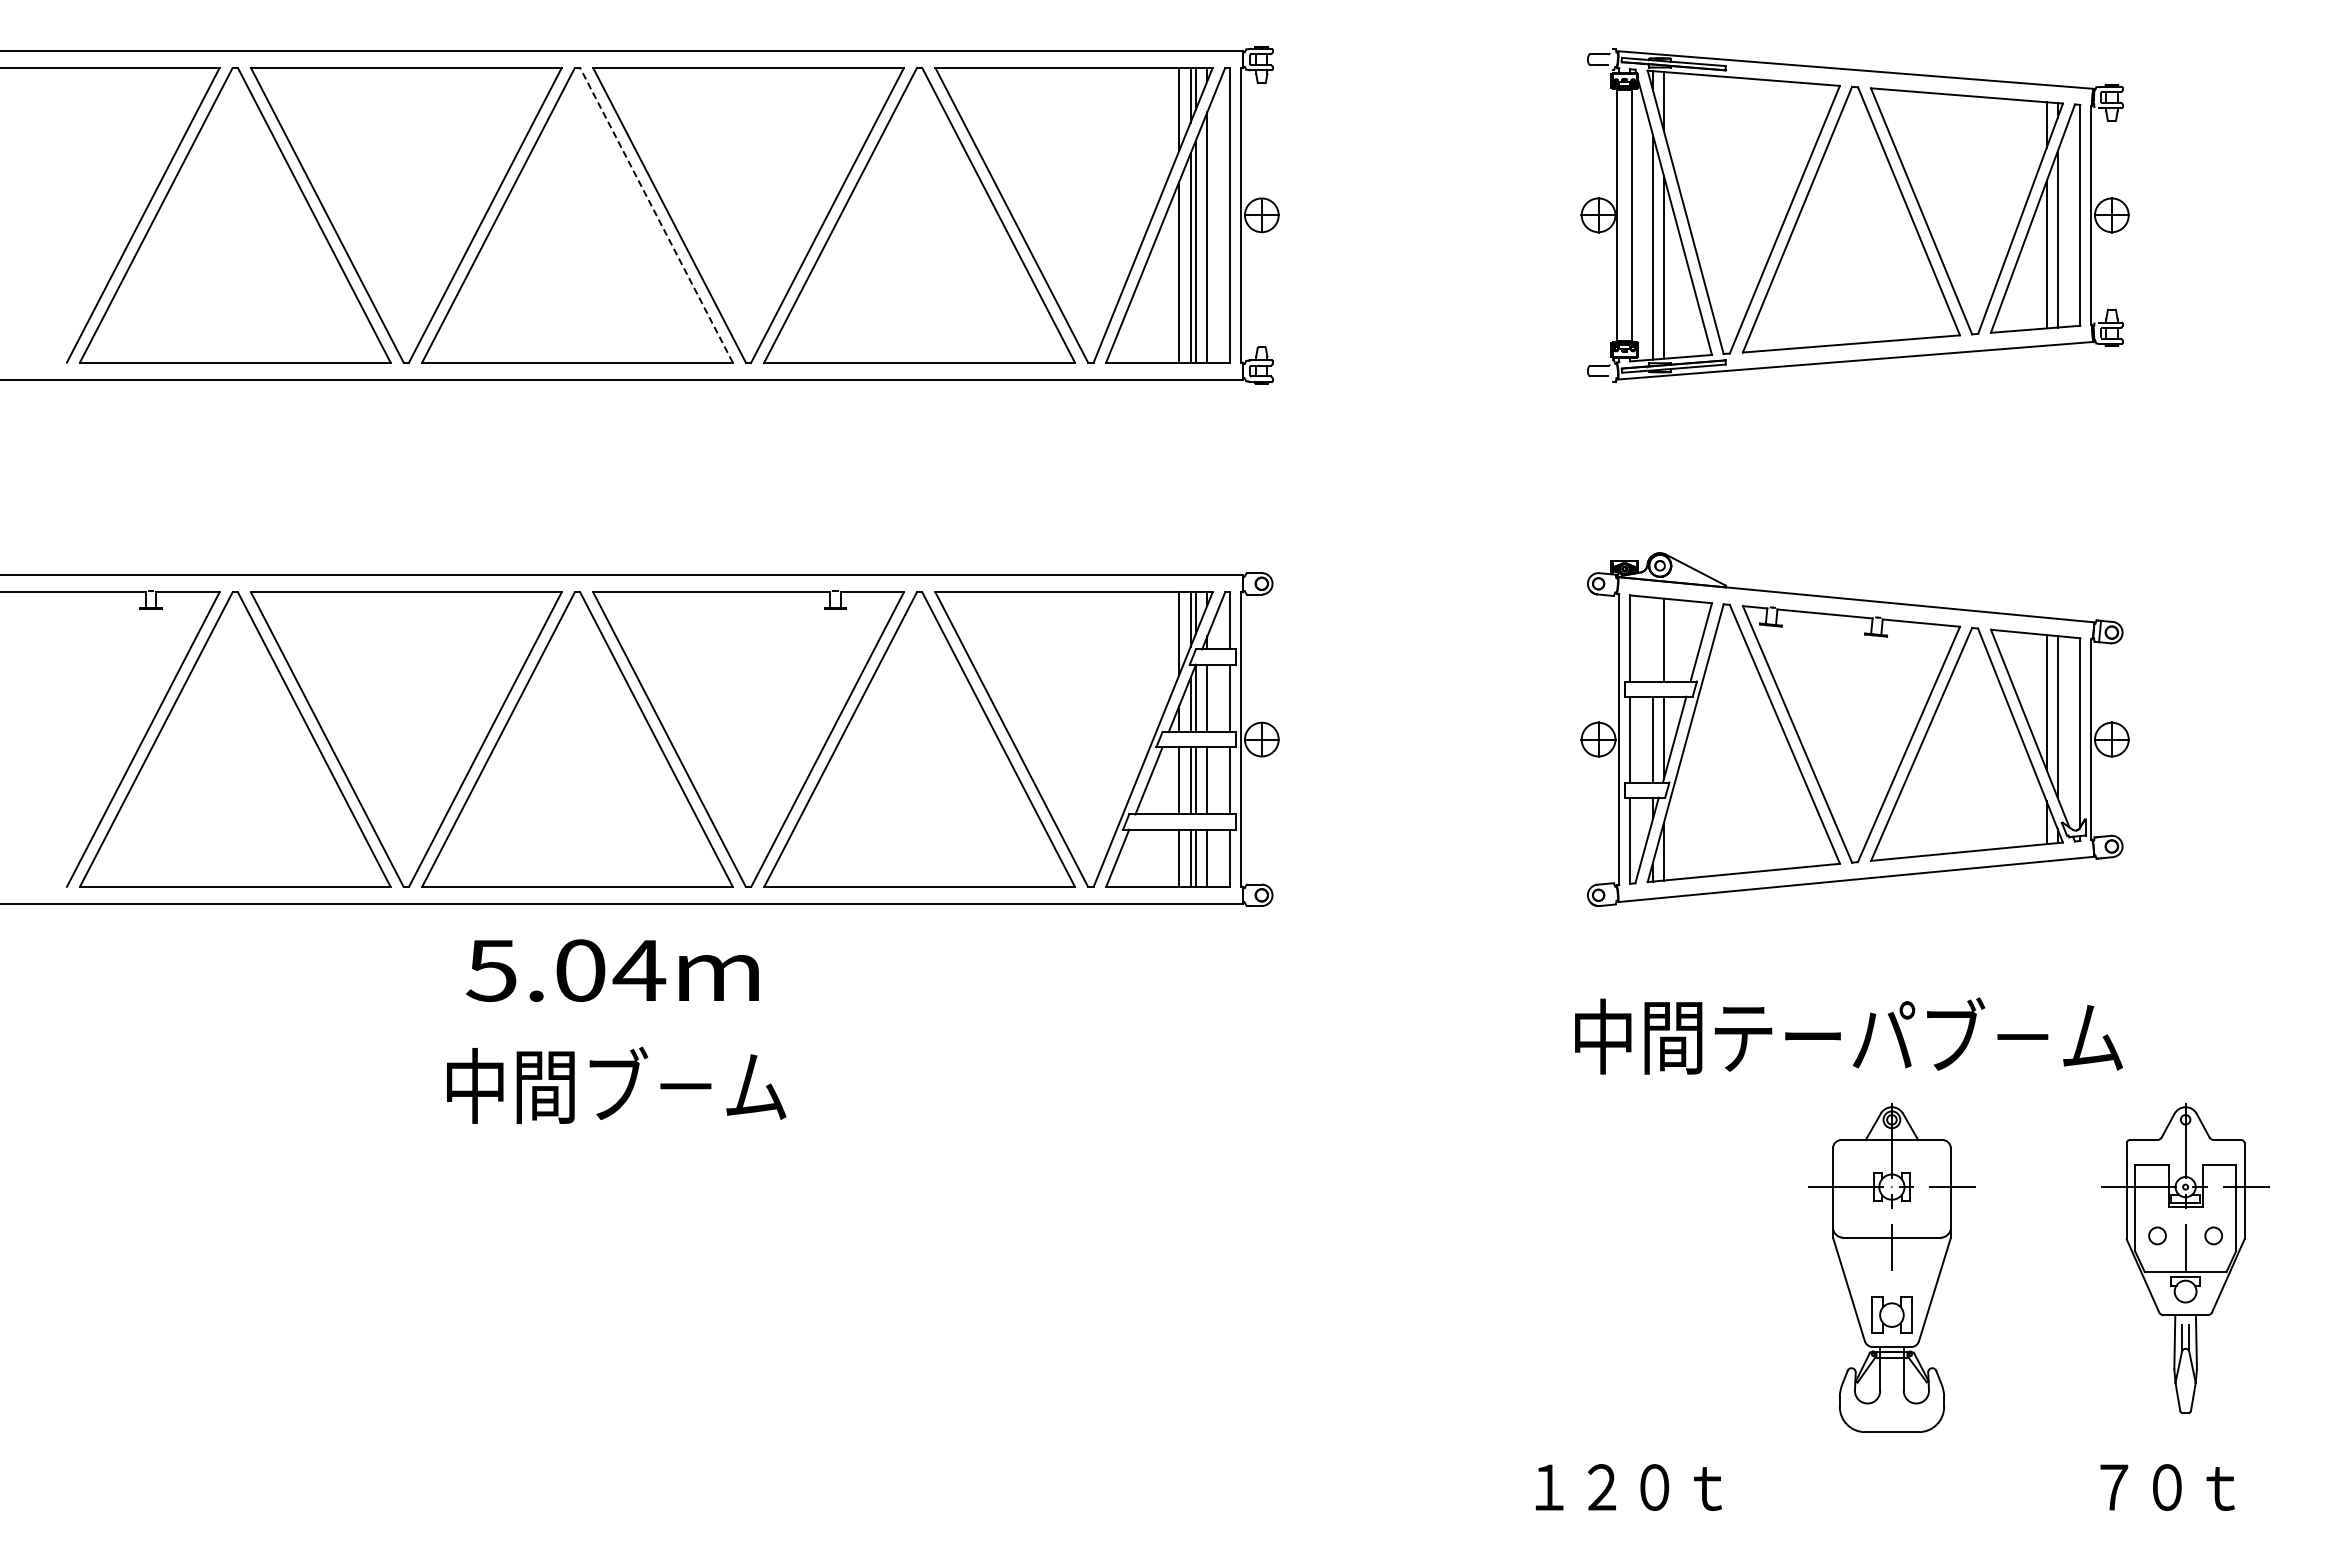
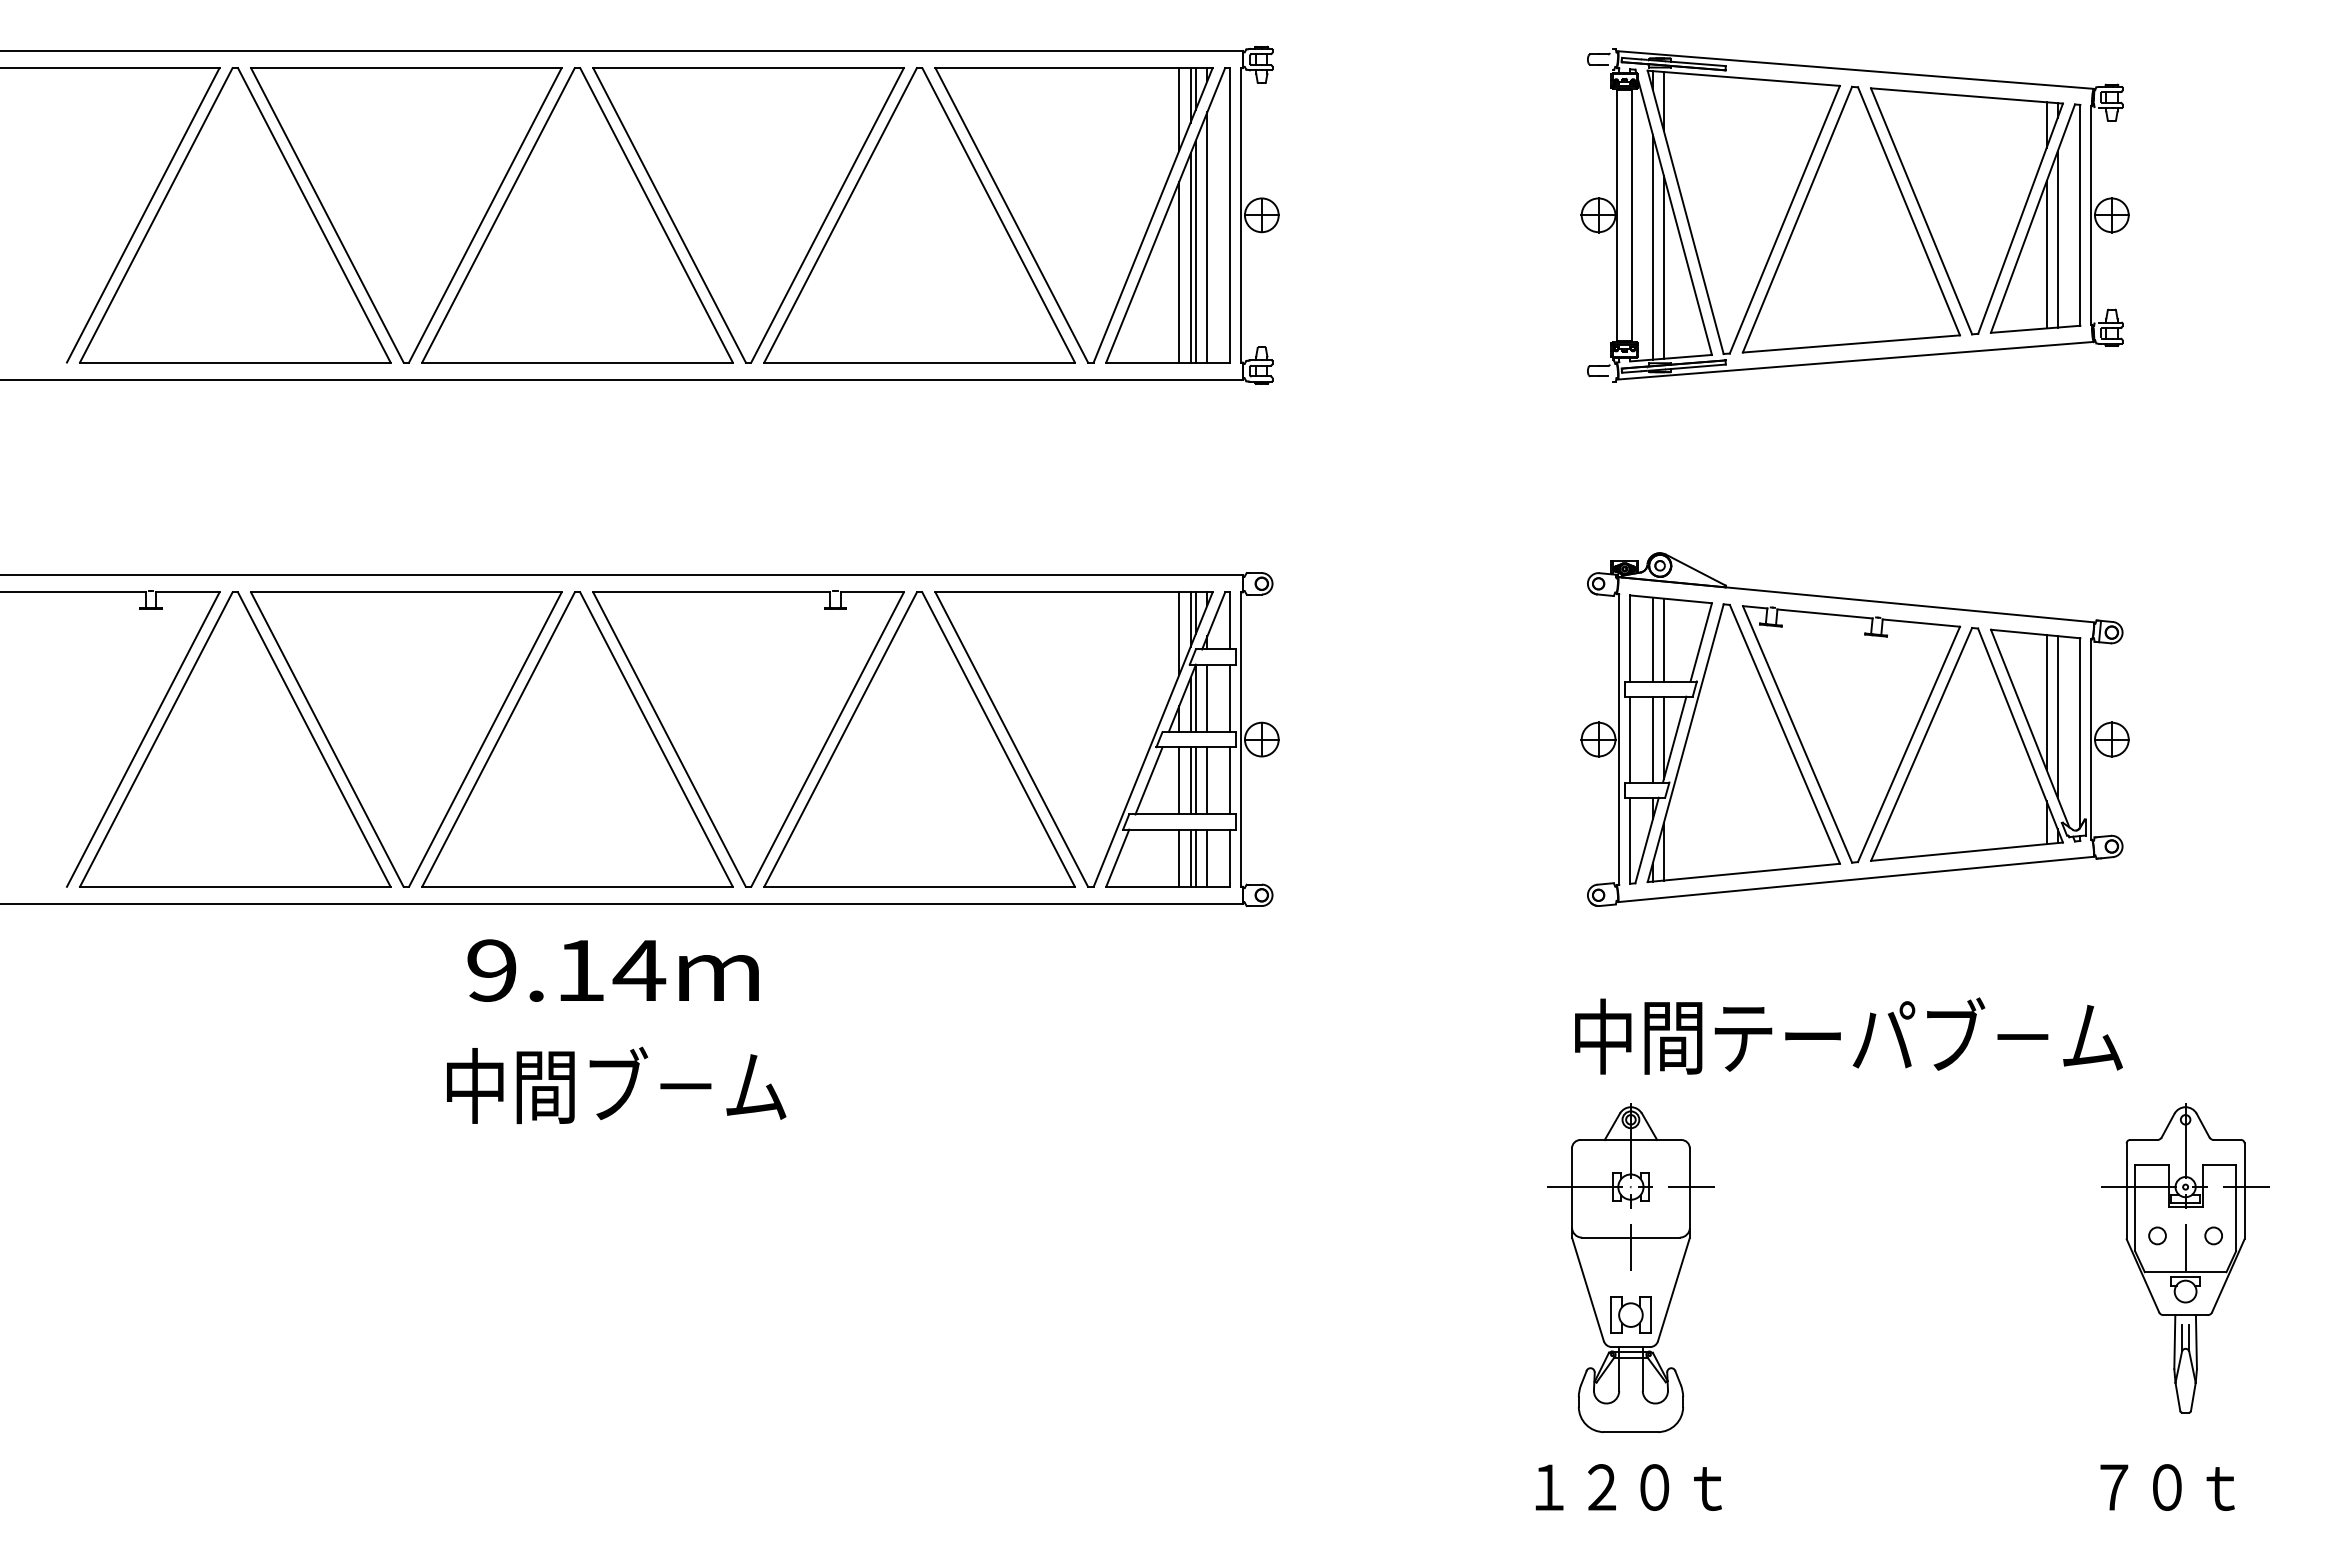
line at (656, 215): dashed -> solid
line at (1652, 639): none -> present
text at (535, 970): 5.04m -> 9.14m
part at (1891, 1267) position: (1891, 1267) -> (1630, 1267)
